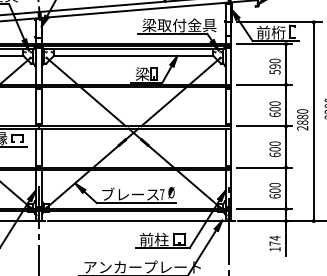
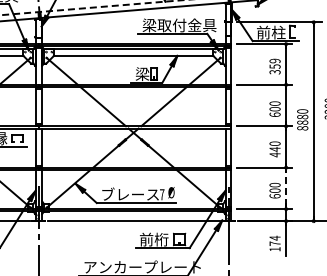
line at (93, 7): solid -> dashed
text at (278, 32): 前桁 -> 前柱
text at (274, 66): 590 -> 359
text at (302, 128): 2880 -> 8880
text at (274, 152): 600 -> 440
line at (286, 188): solid -> dashed
text at (161, 239): 前柱 -> 前桁
